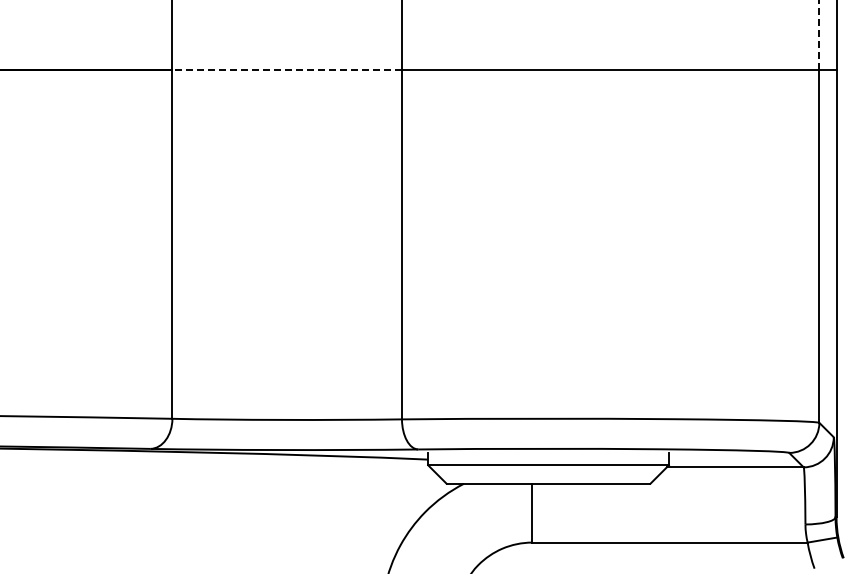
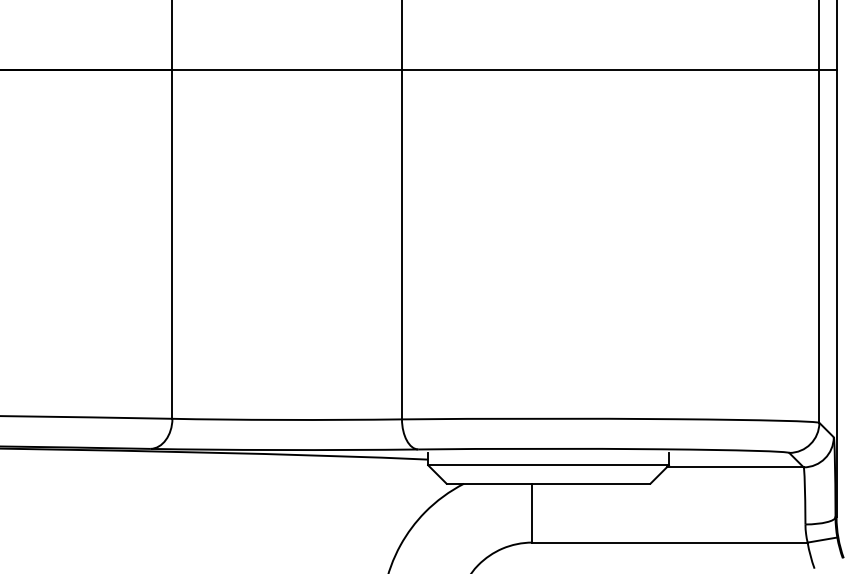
line at (819, 35): dashed -> solid
line at (287, 70): dashed -> solid
